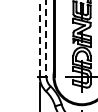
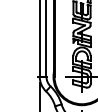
line at (39, 38): dashed -> solid
line at (46, 38): dashed -> solid
